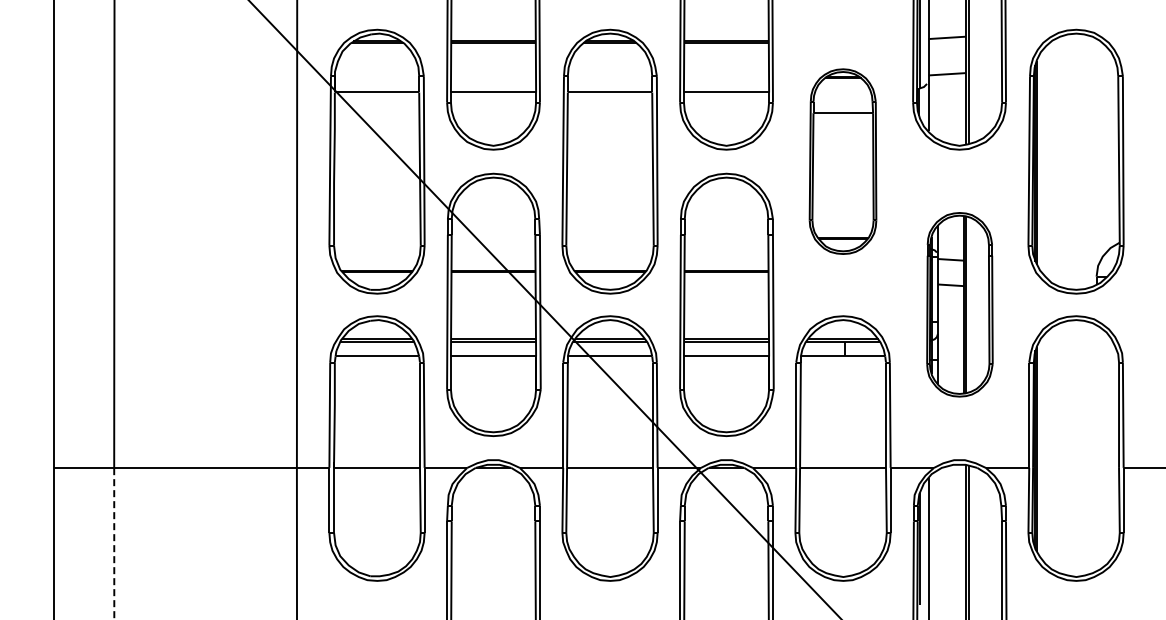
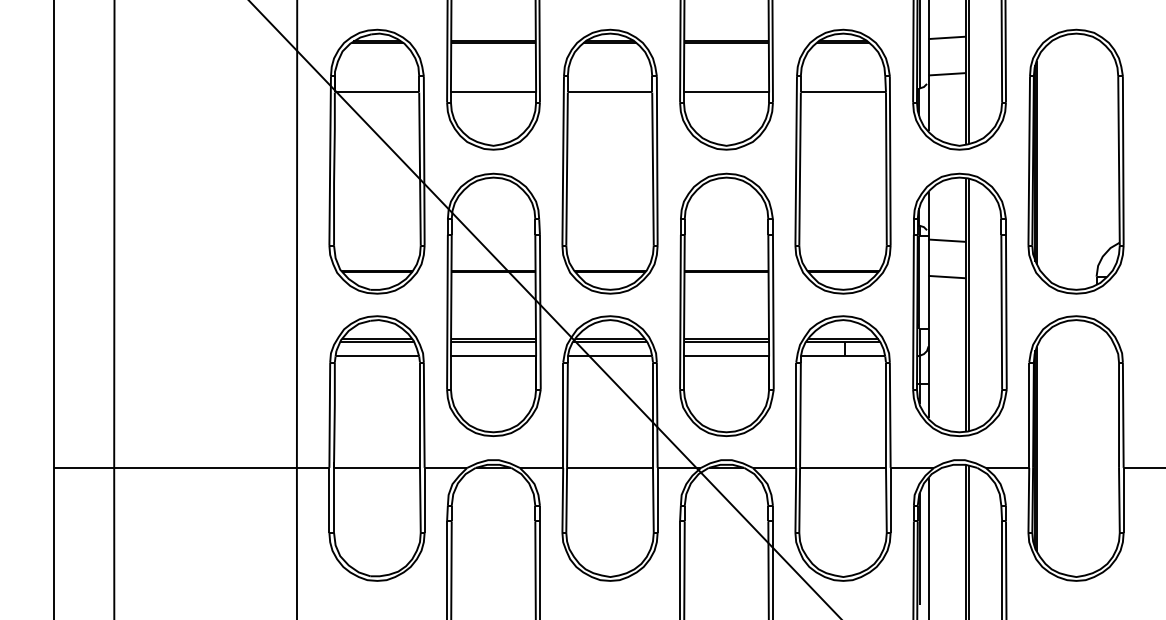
part at (842, 161) size: 70x187 px -> 98x267 px
part at (959, 304) size: 68x186 px -> 96x265 px
line at (114, 543): dashed -> solid
